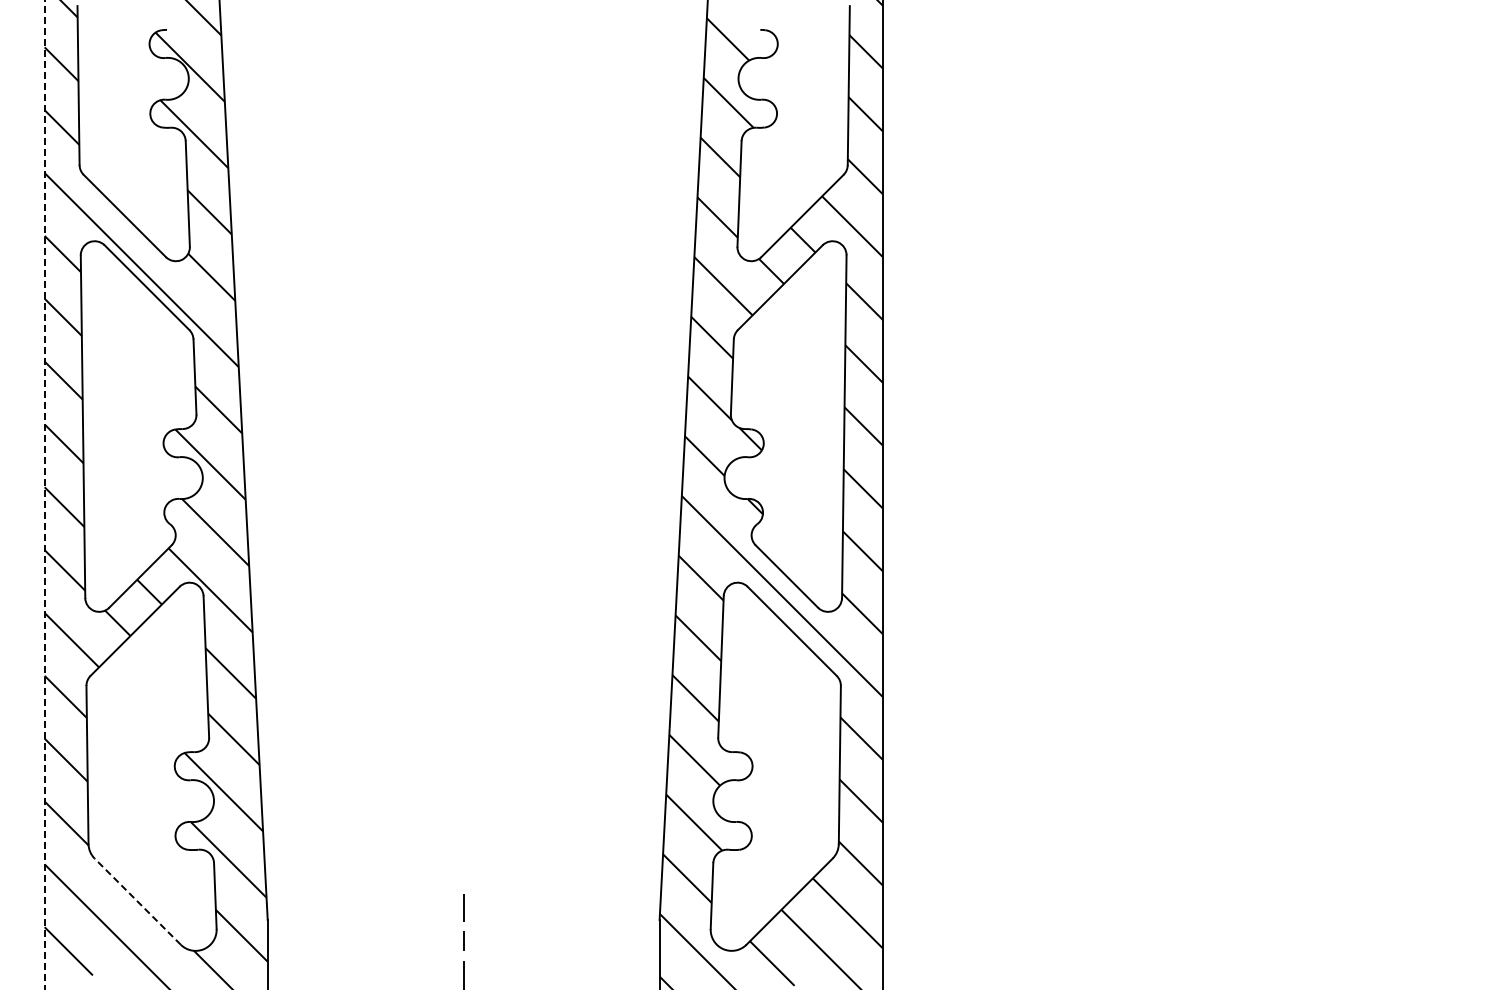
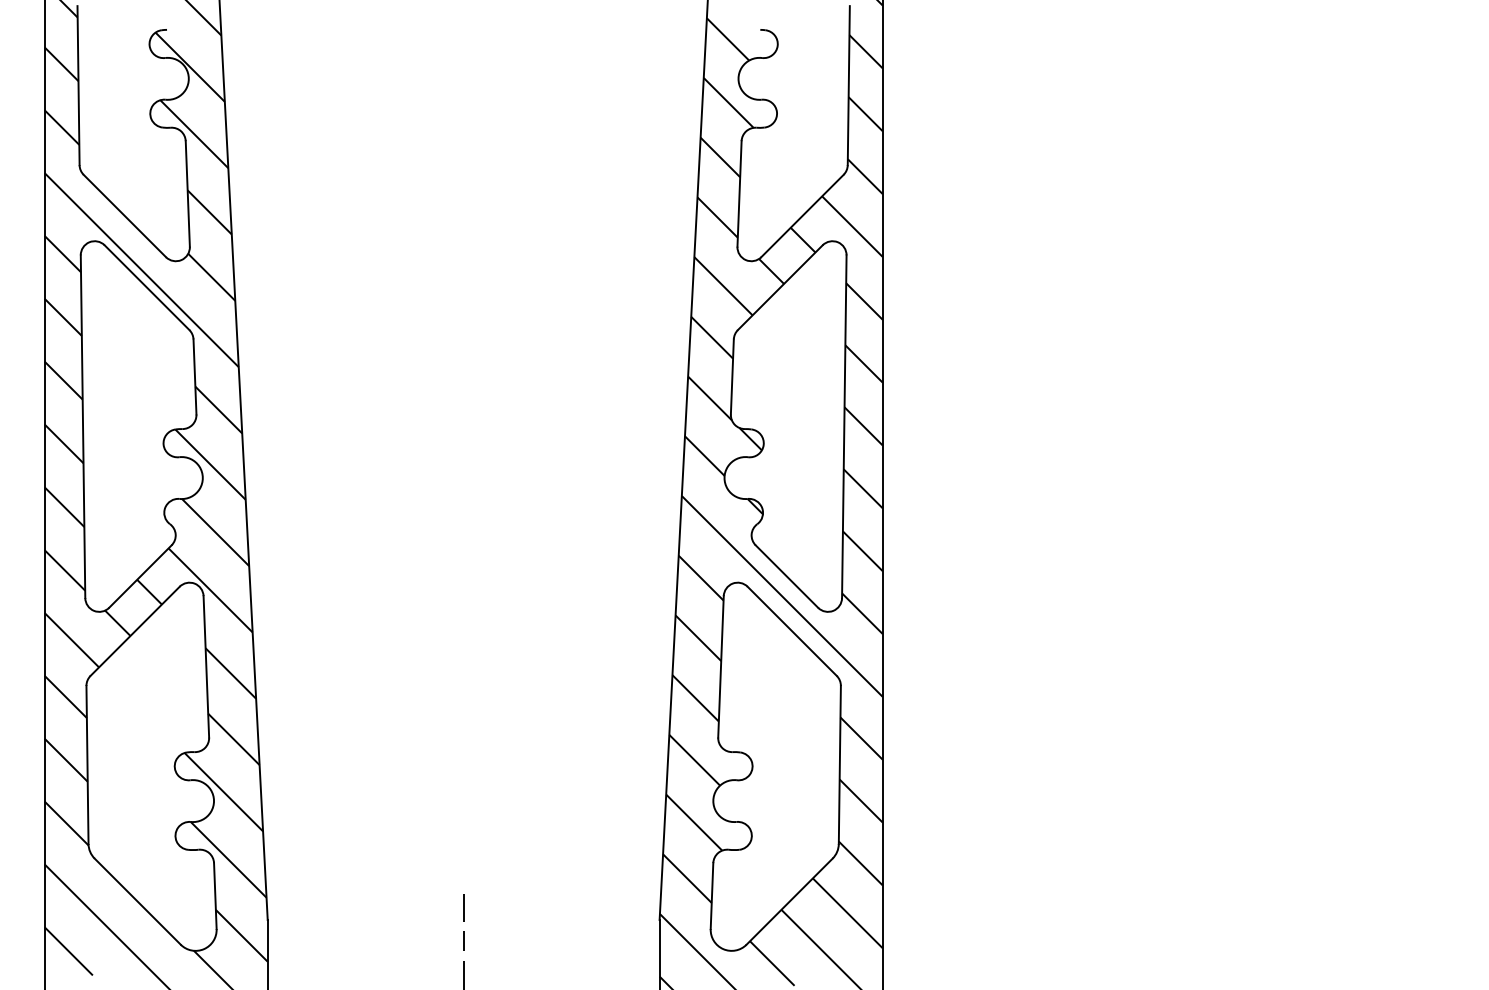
line at (44, 495): dashed -> solid
line at (137, 901): dashed -> solid
